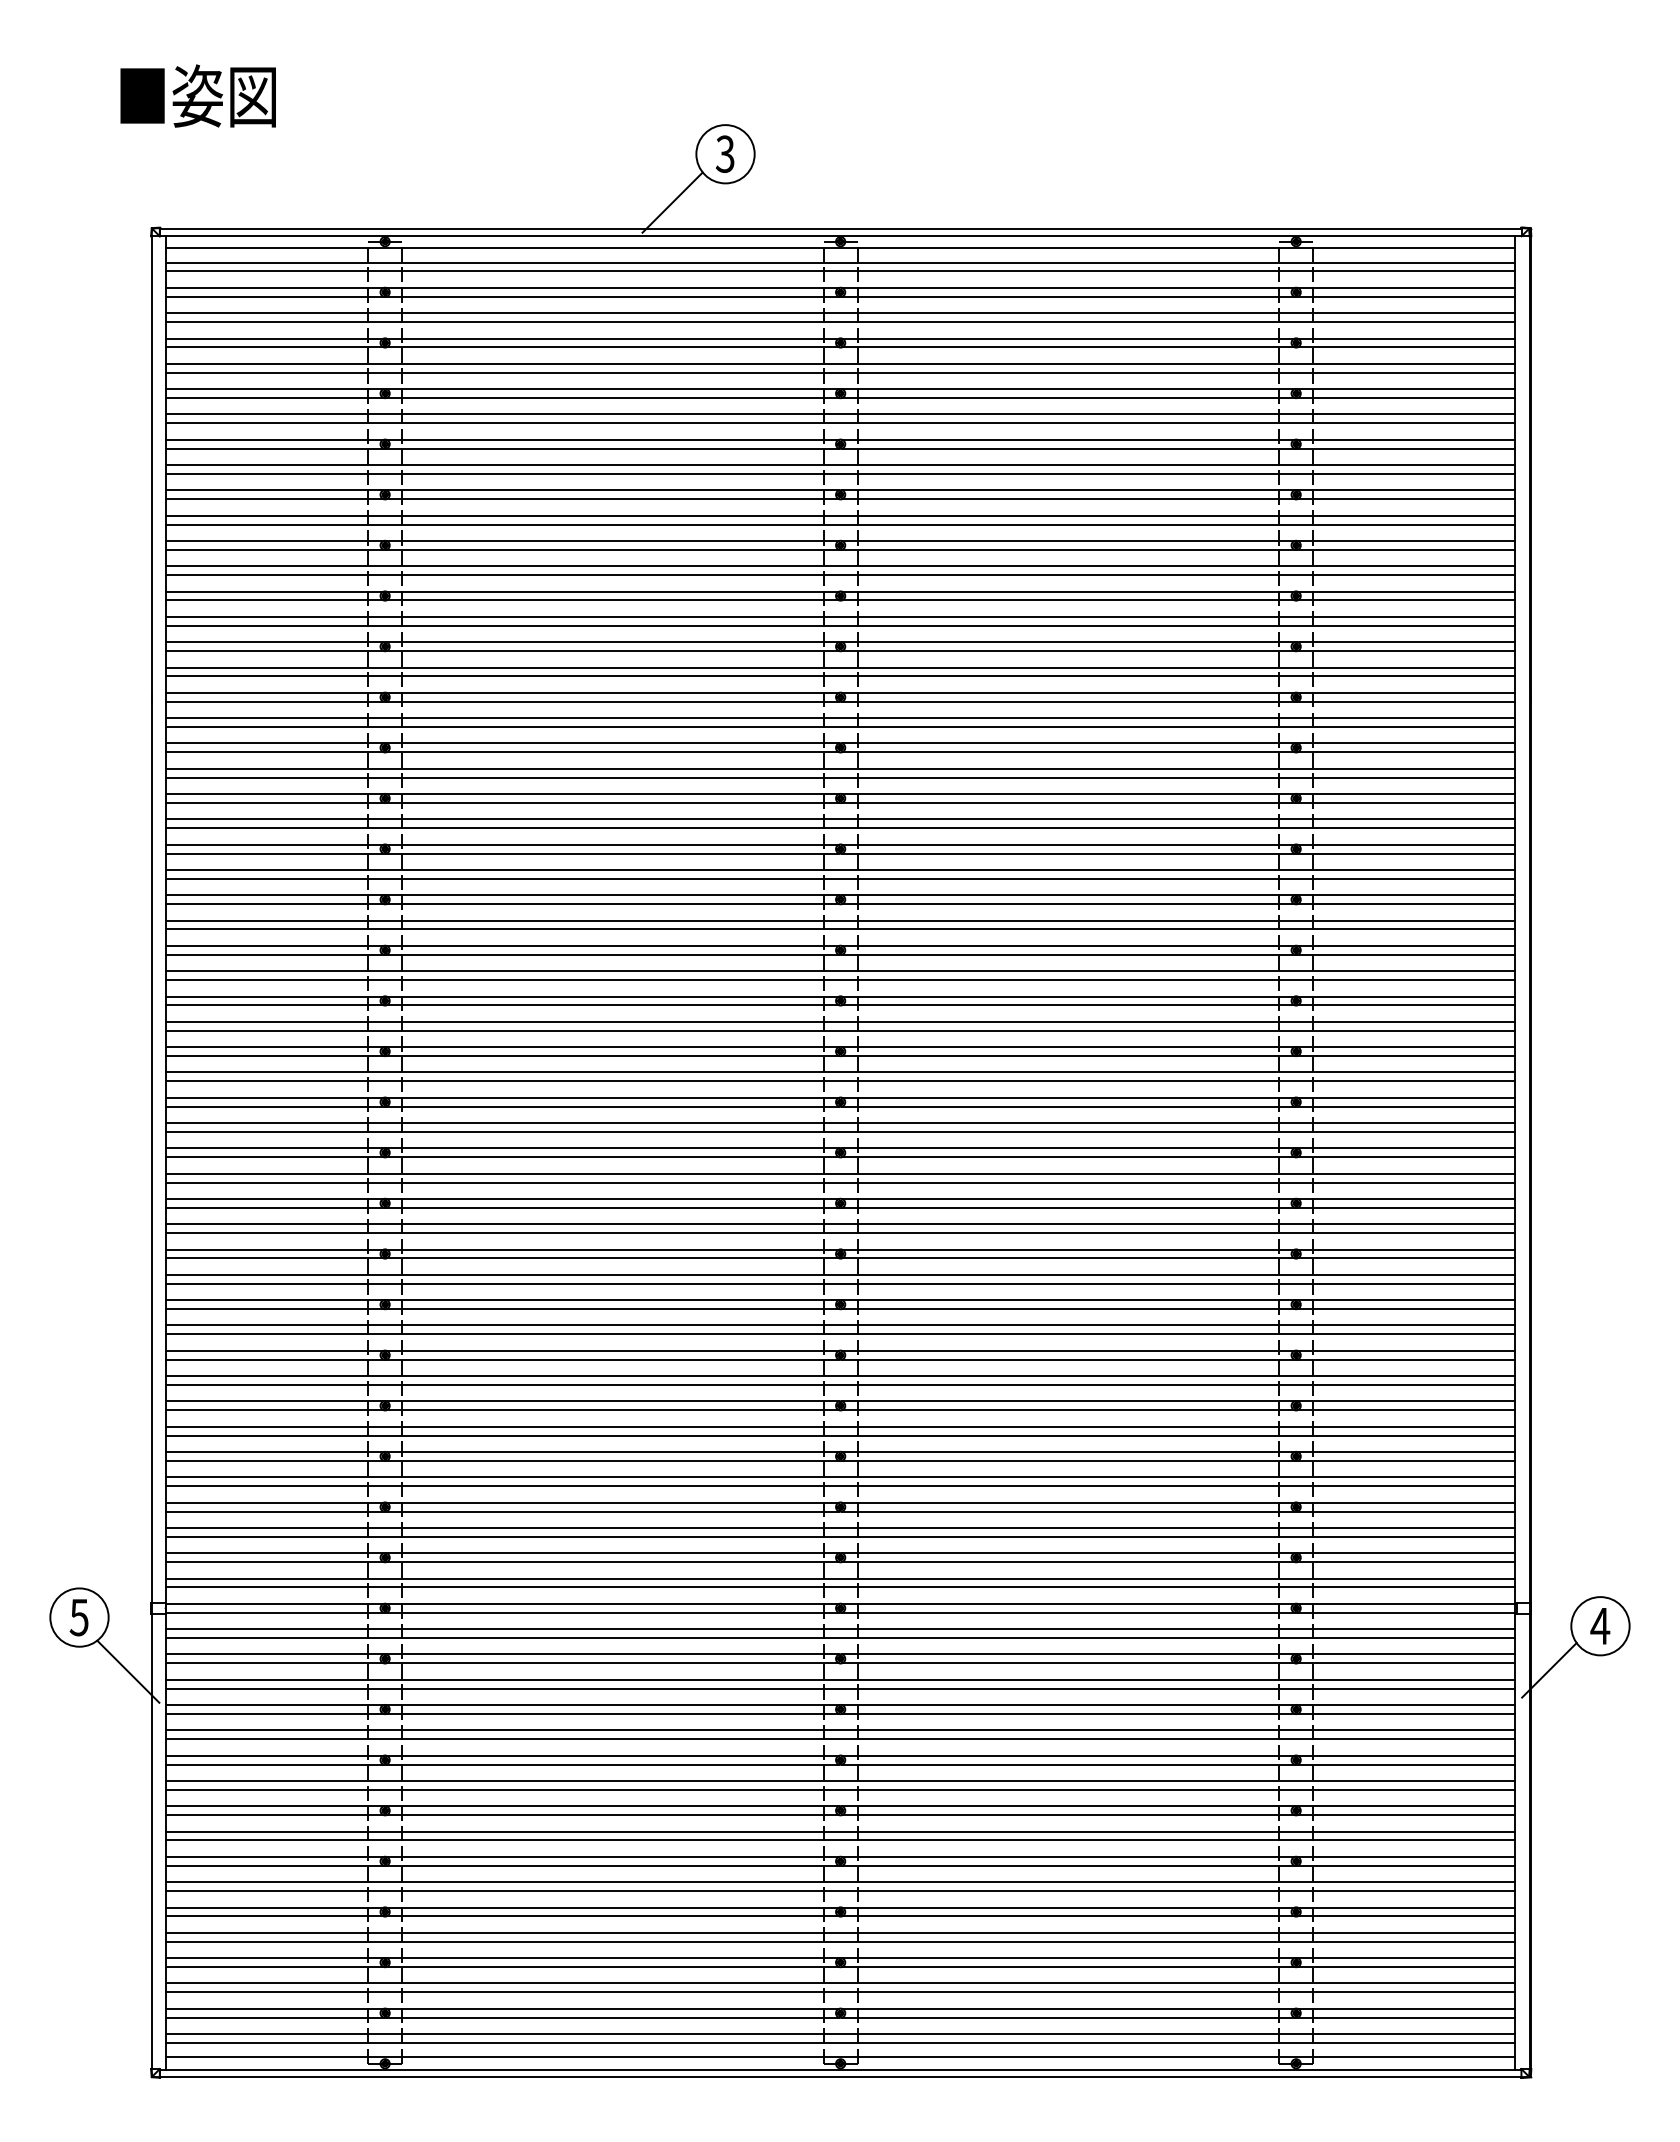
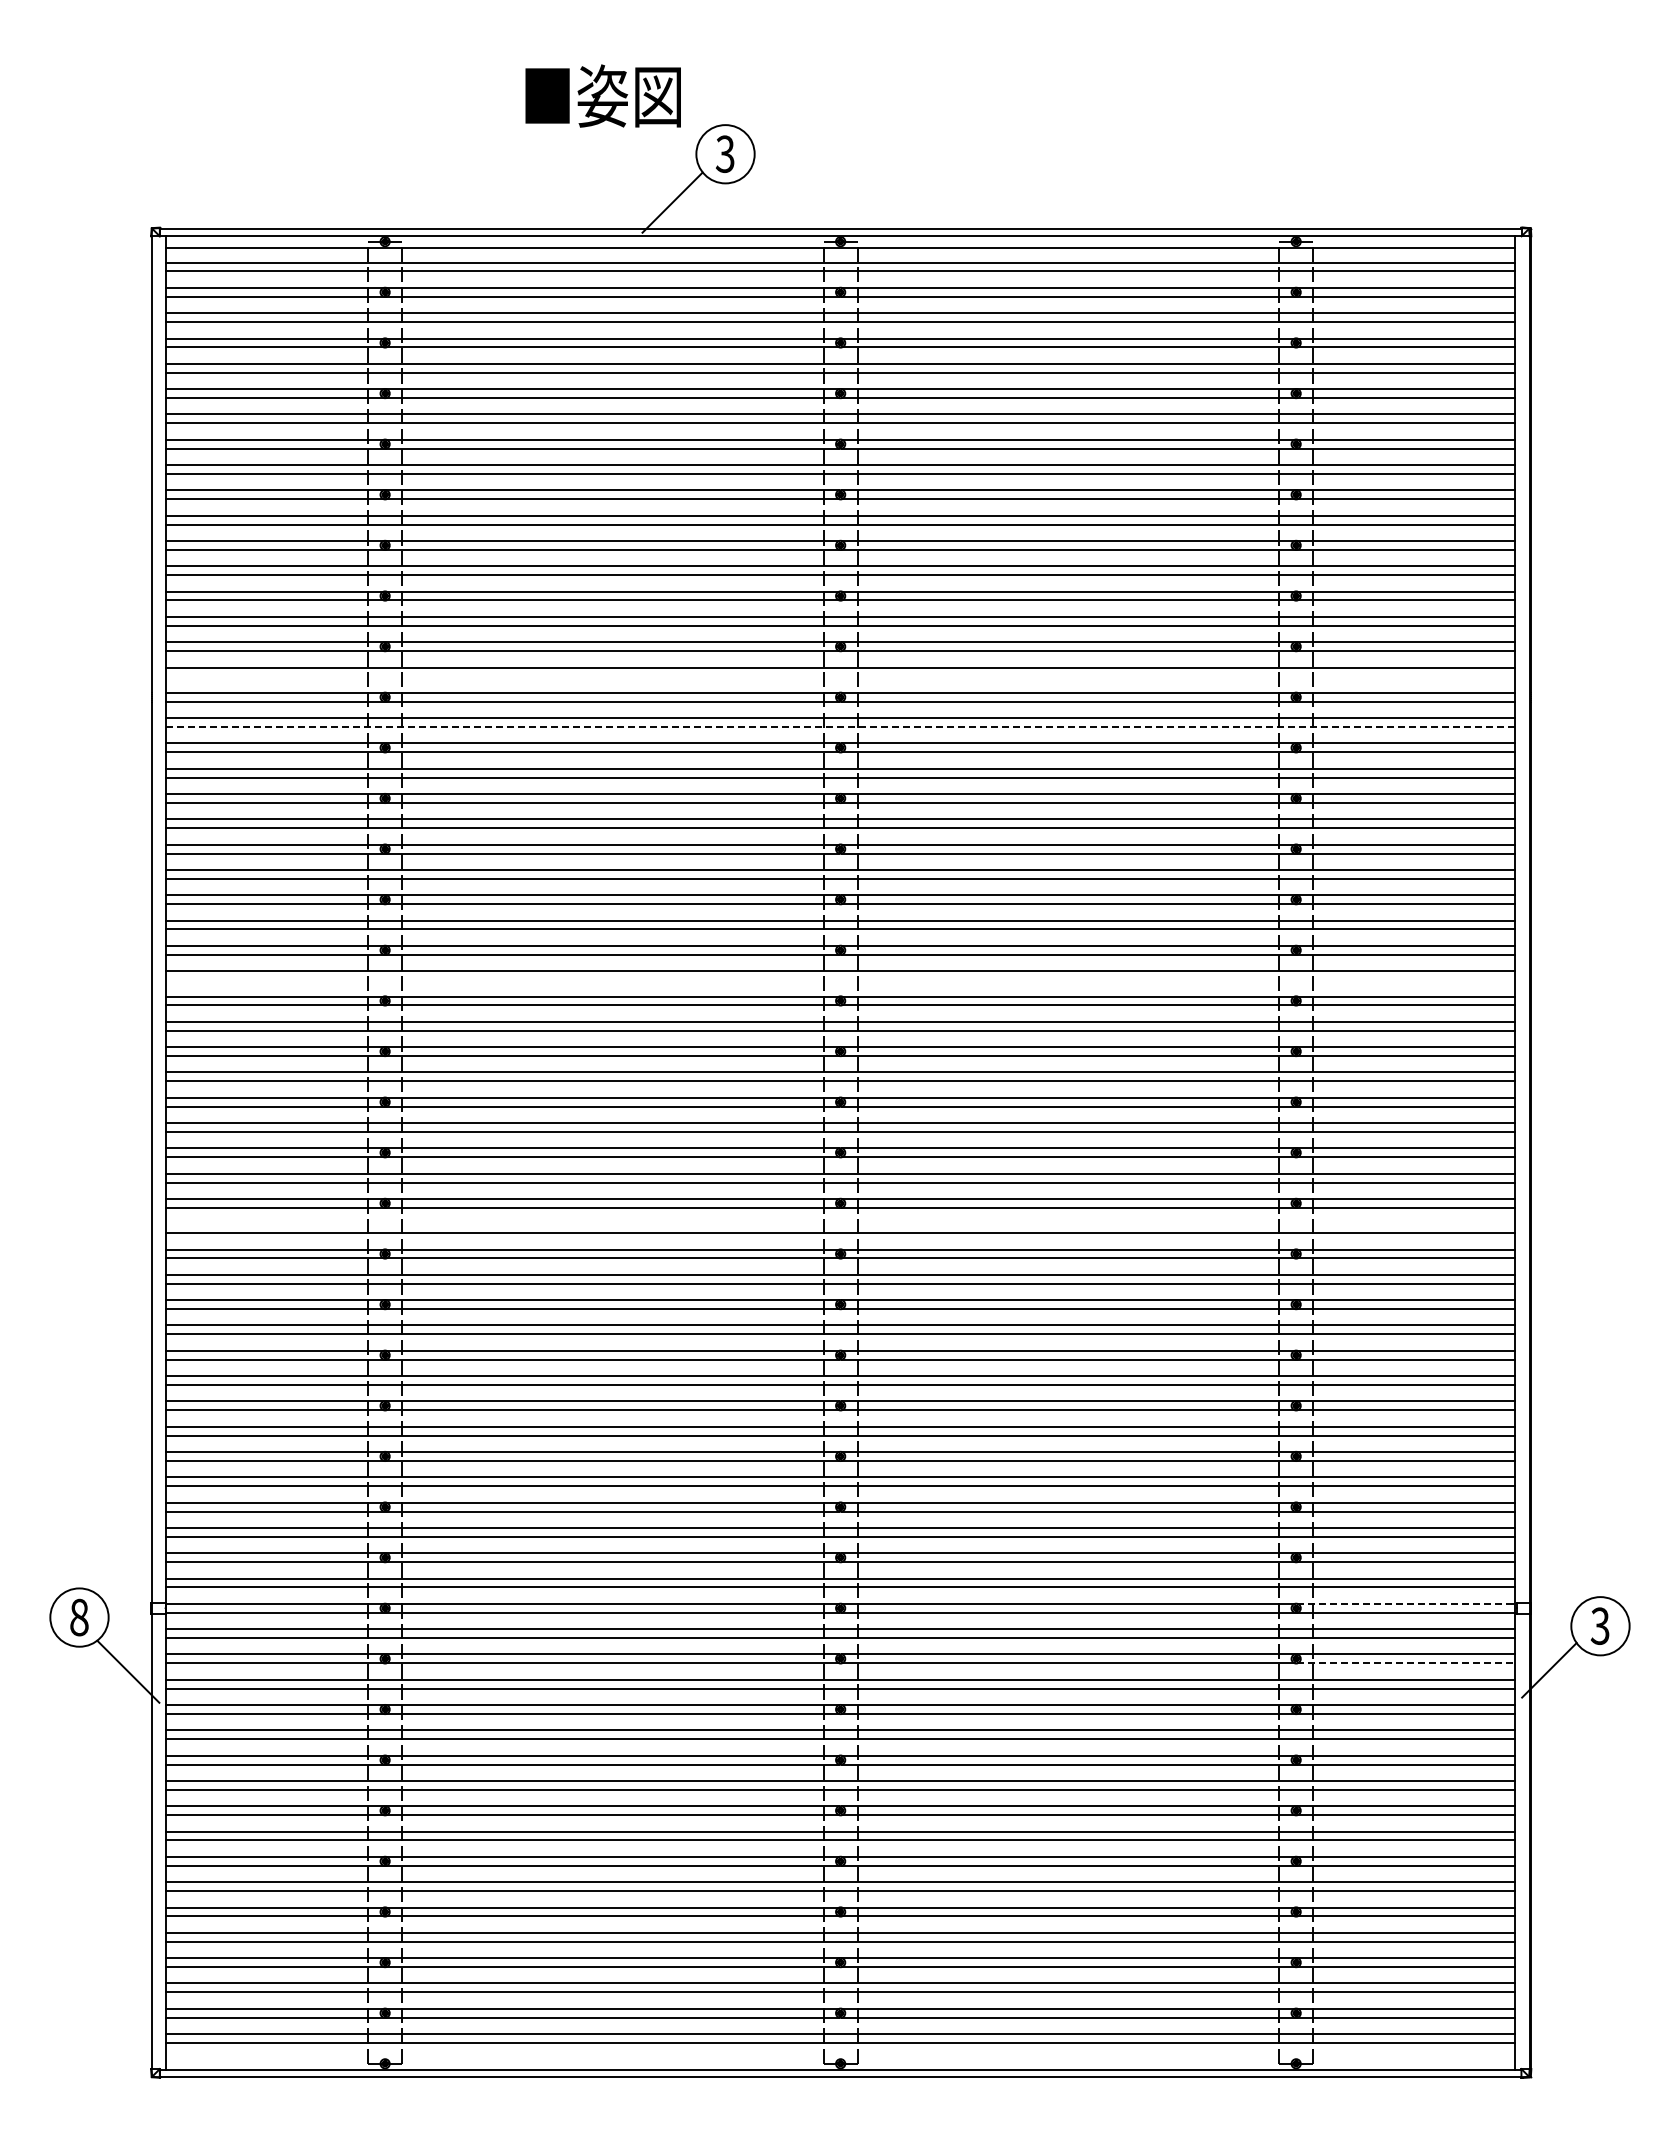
text at (197, 95) position: (197, 95) -> (602, 95)
line at (840, 676): present -> none
line at (840, 727): solid -> dashed
line at (840, 980): present -> none
line at (840, 1224): present -> none
line at (1406, 1603): solid -> dashed
text at (78, 1617): 5 -> 8
text at (1600, 1625): 4 -> 3
line at (1406, 1663): solid -> dashed
line at (840, 2057): present -> none
